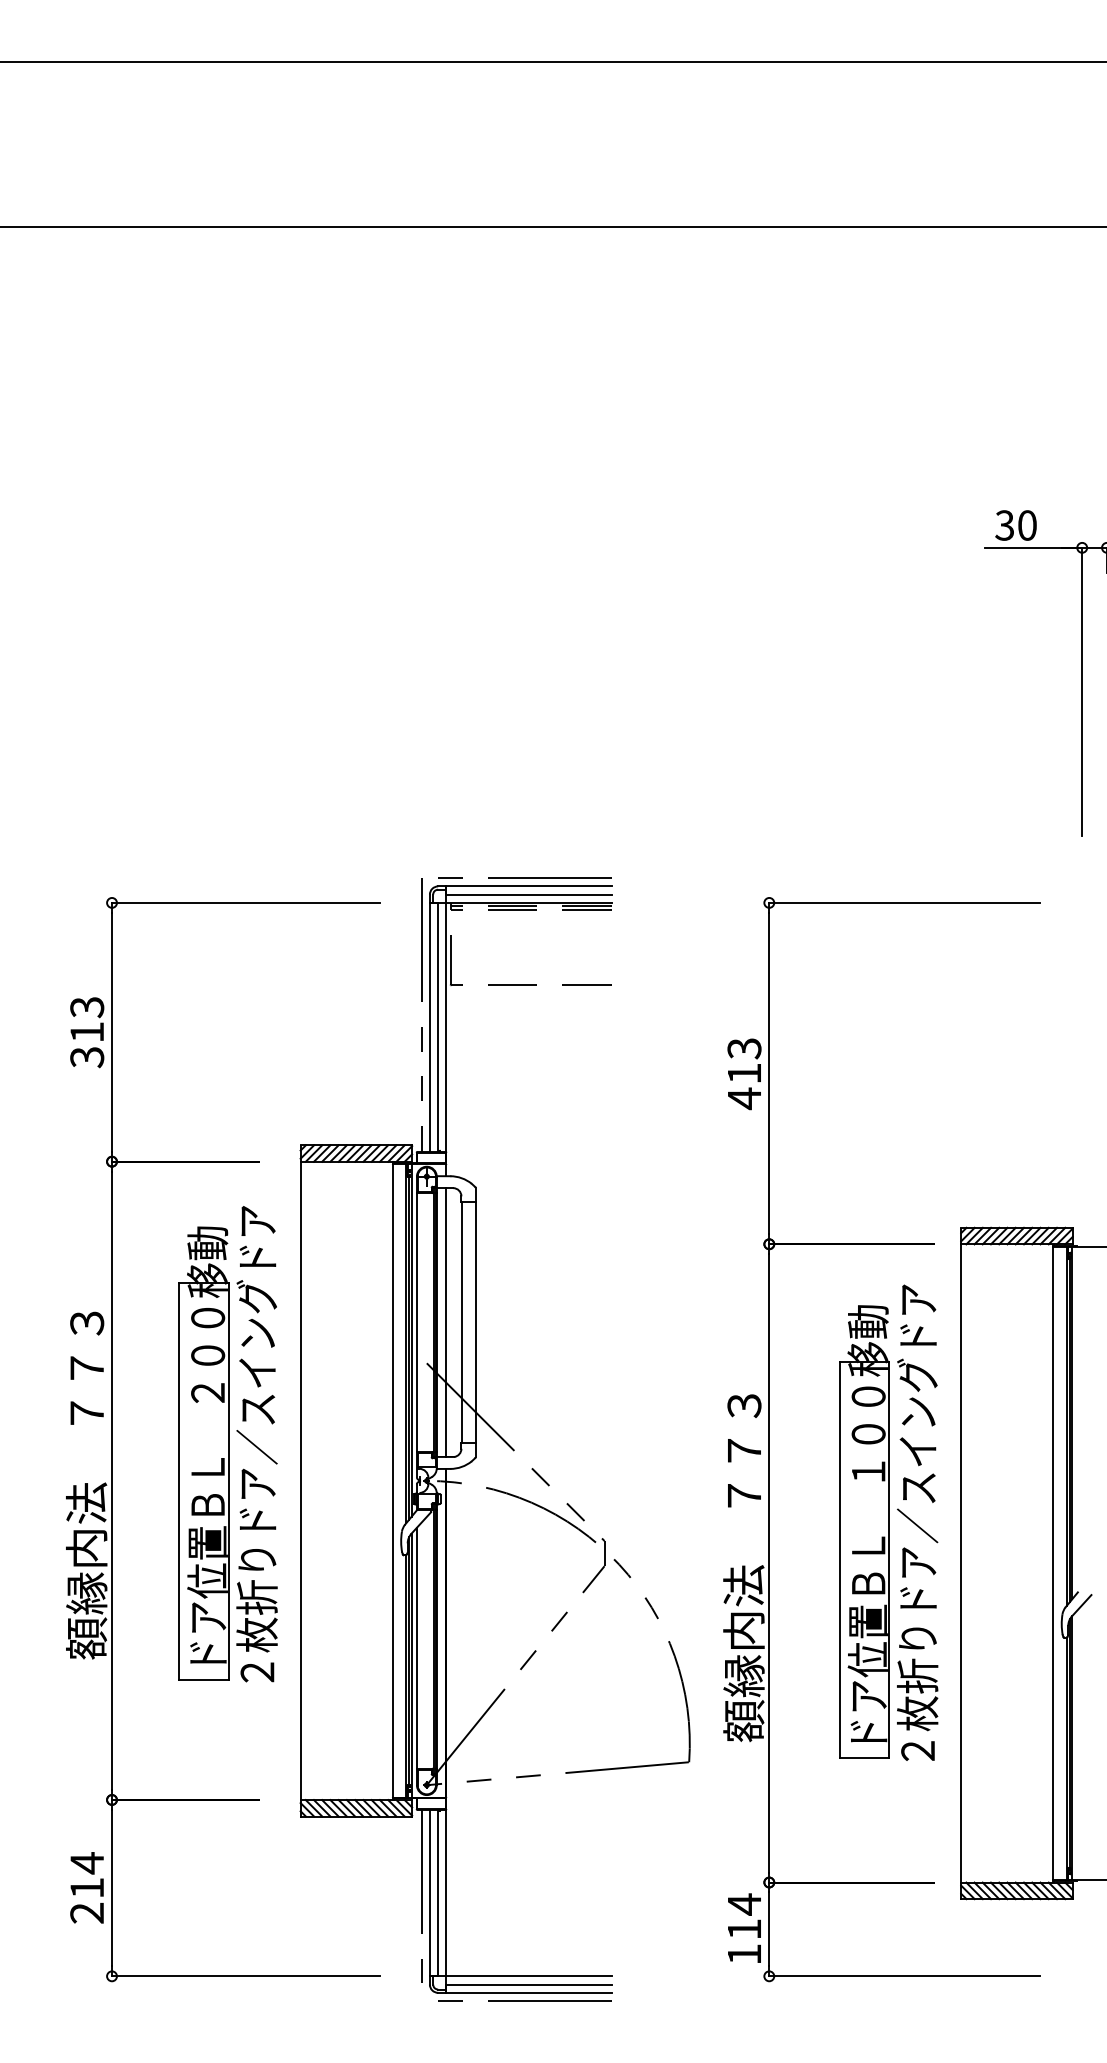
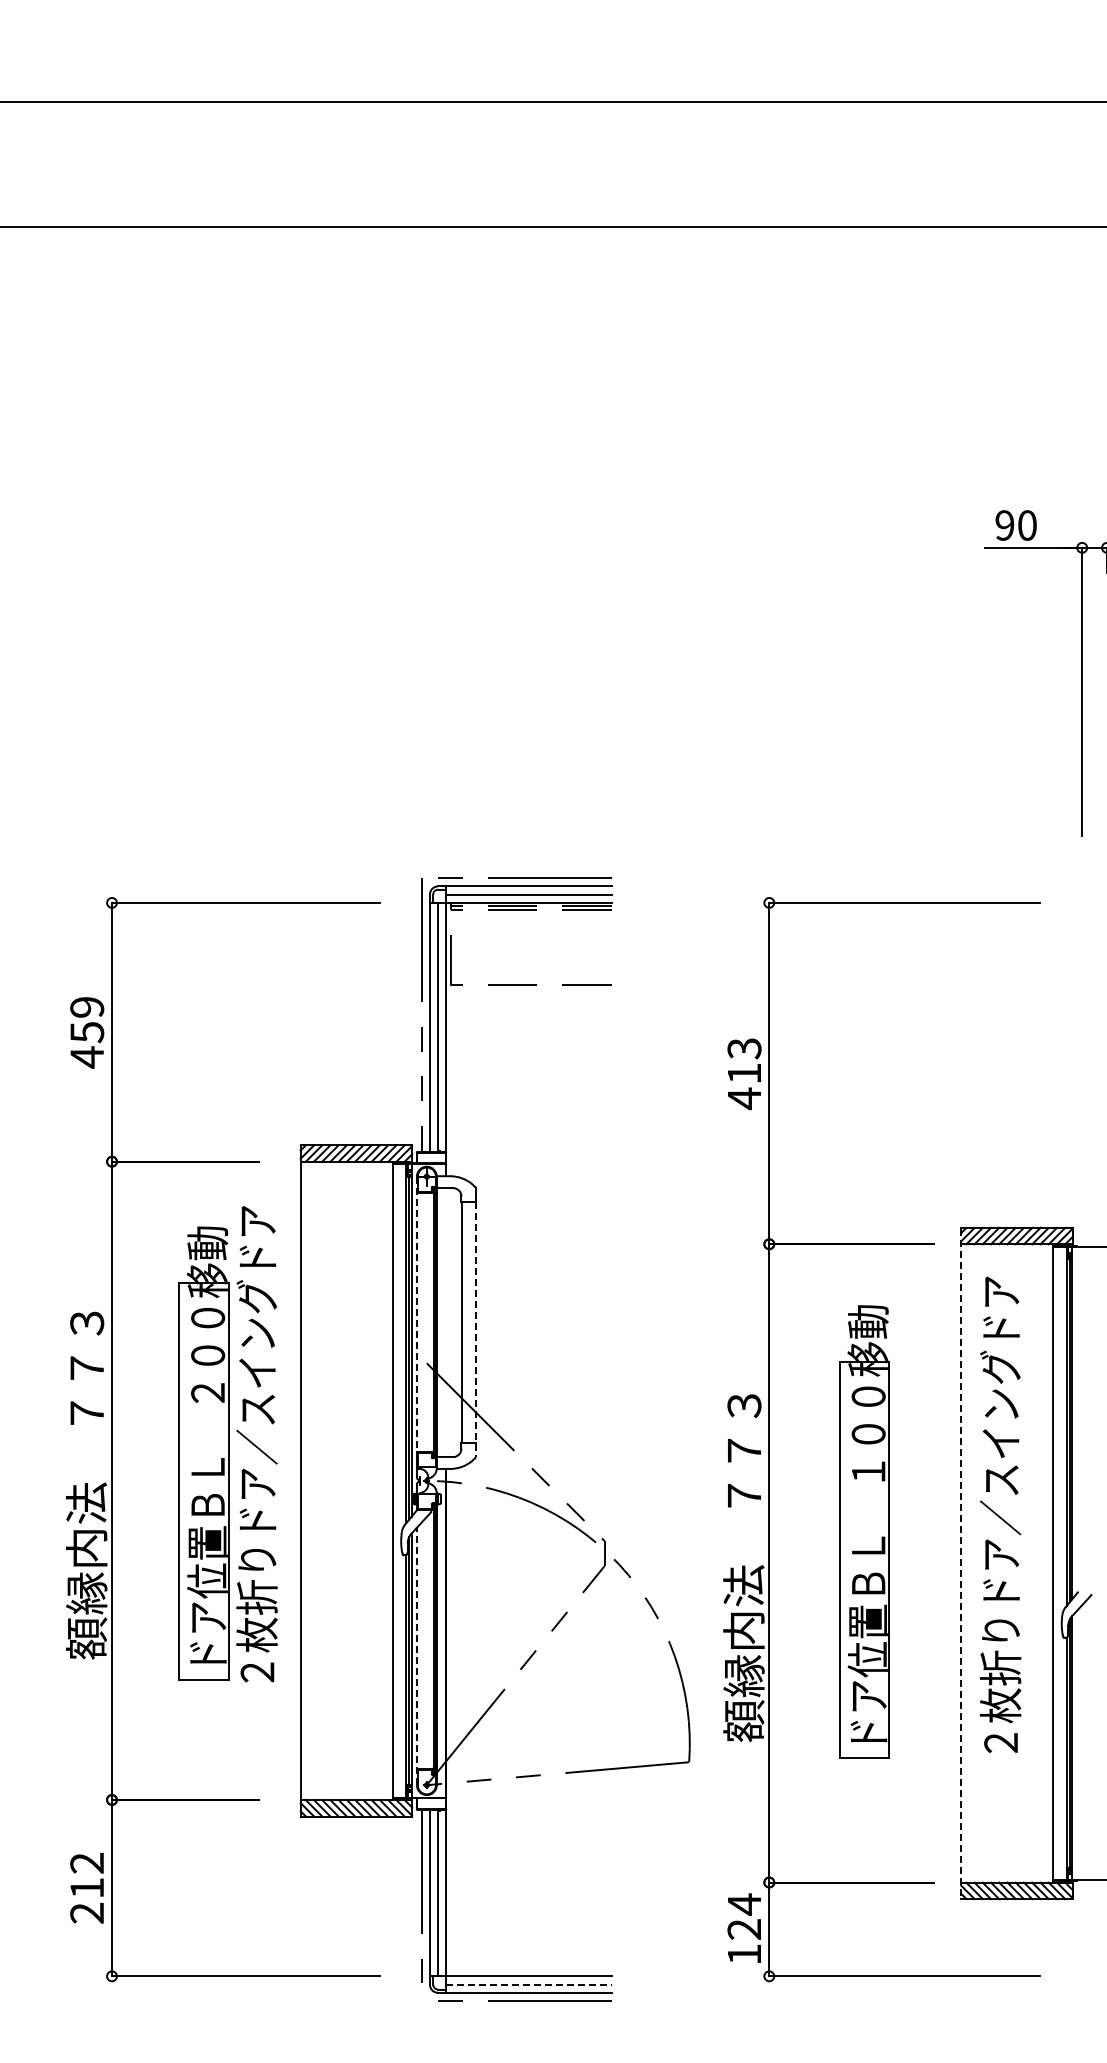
line at (552, 61) position: (552, 61) -> (552, 101)
text at (1004, 525): 30 -> 90
text at (87, 1032): 313 -> 459
line at (416, 1314): solid -> dashed
line at (446, 1322): present -> none
line at (475, 1330): solid -> dashed
text at (917, 1522) position: (917, 1522) -> (1000, 1514)
line at (961, 1564): solid -> dashed
line at (416, 1656): solid -> dashed
text at (86, 1863): 214 -> 212
text at (743, 1929): 114 -> 124
line at (528, 1984): solid -> dashed
